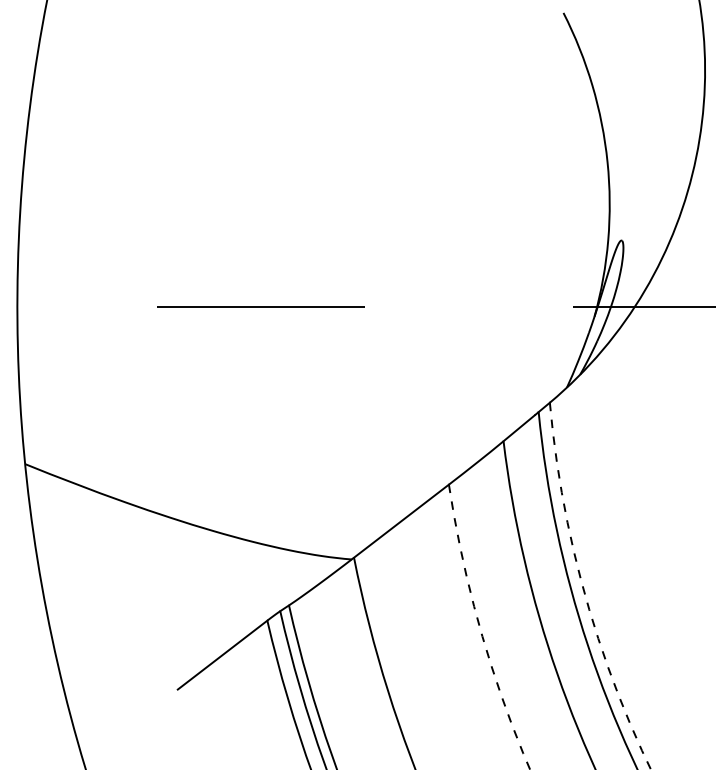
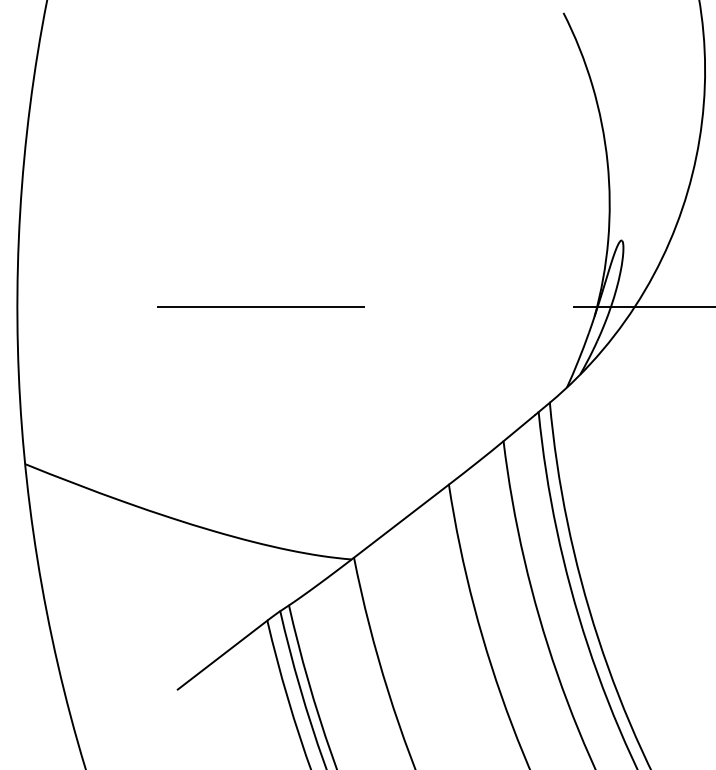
arc at (584, 591): dashed -> solid
arc at (480, 630): dashed -> solid
